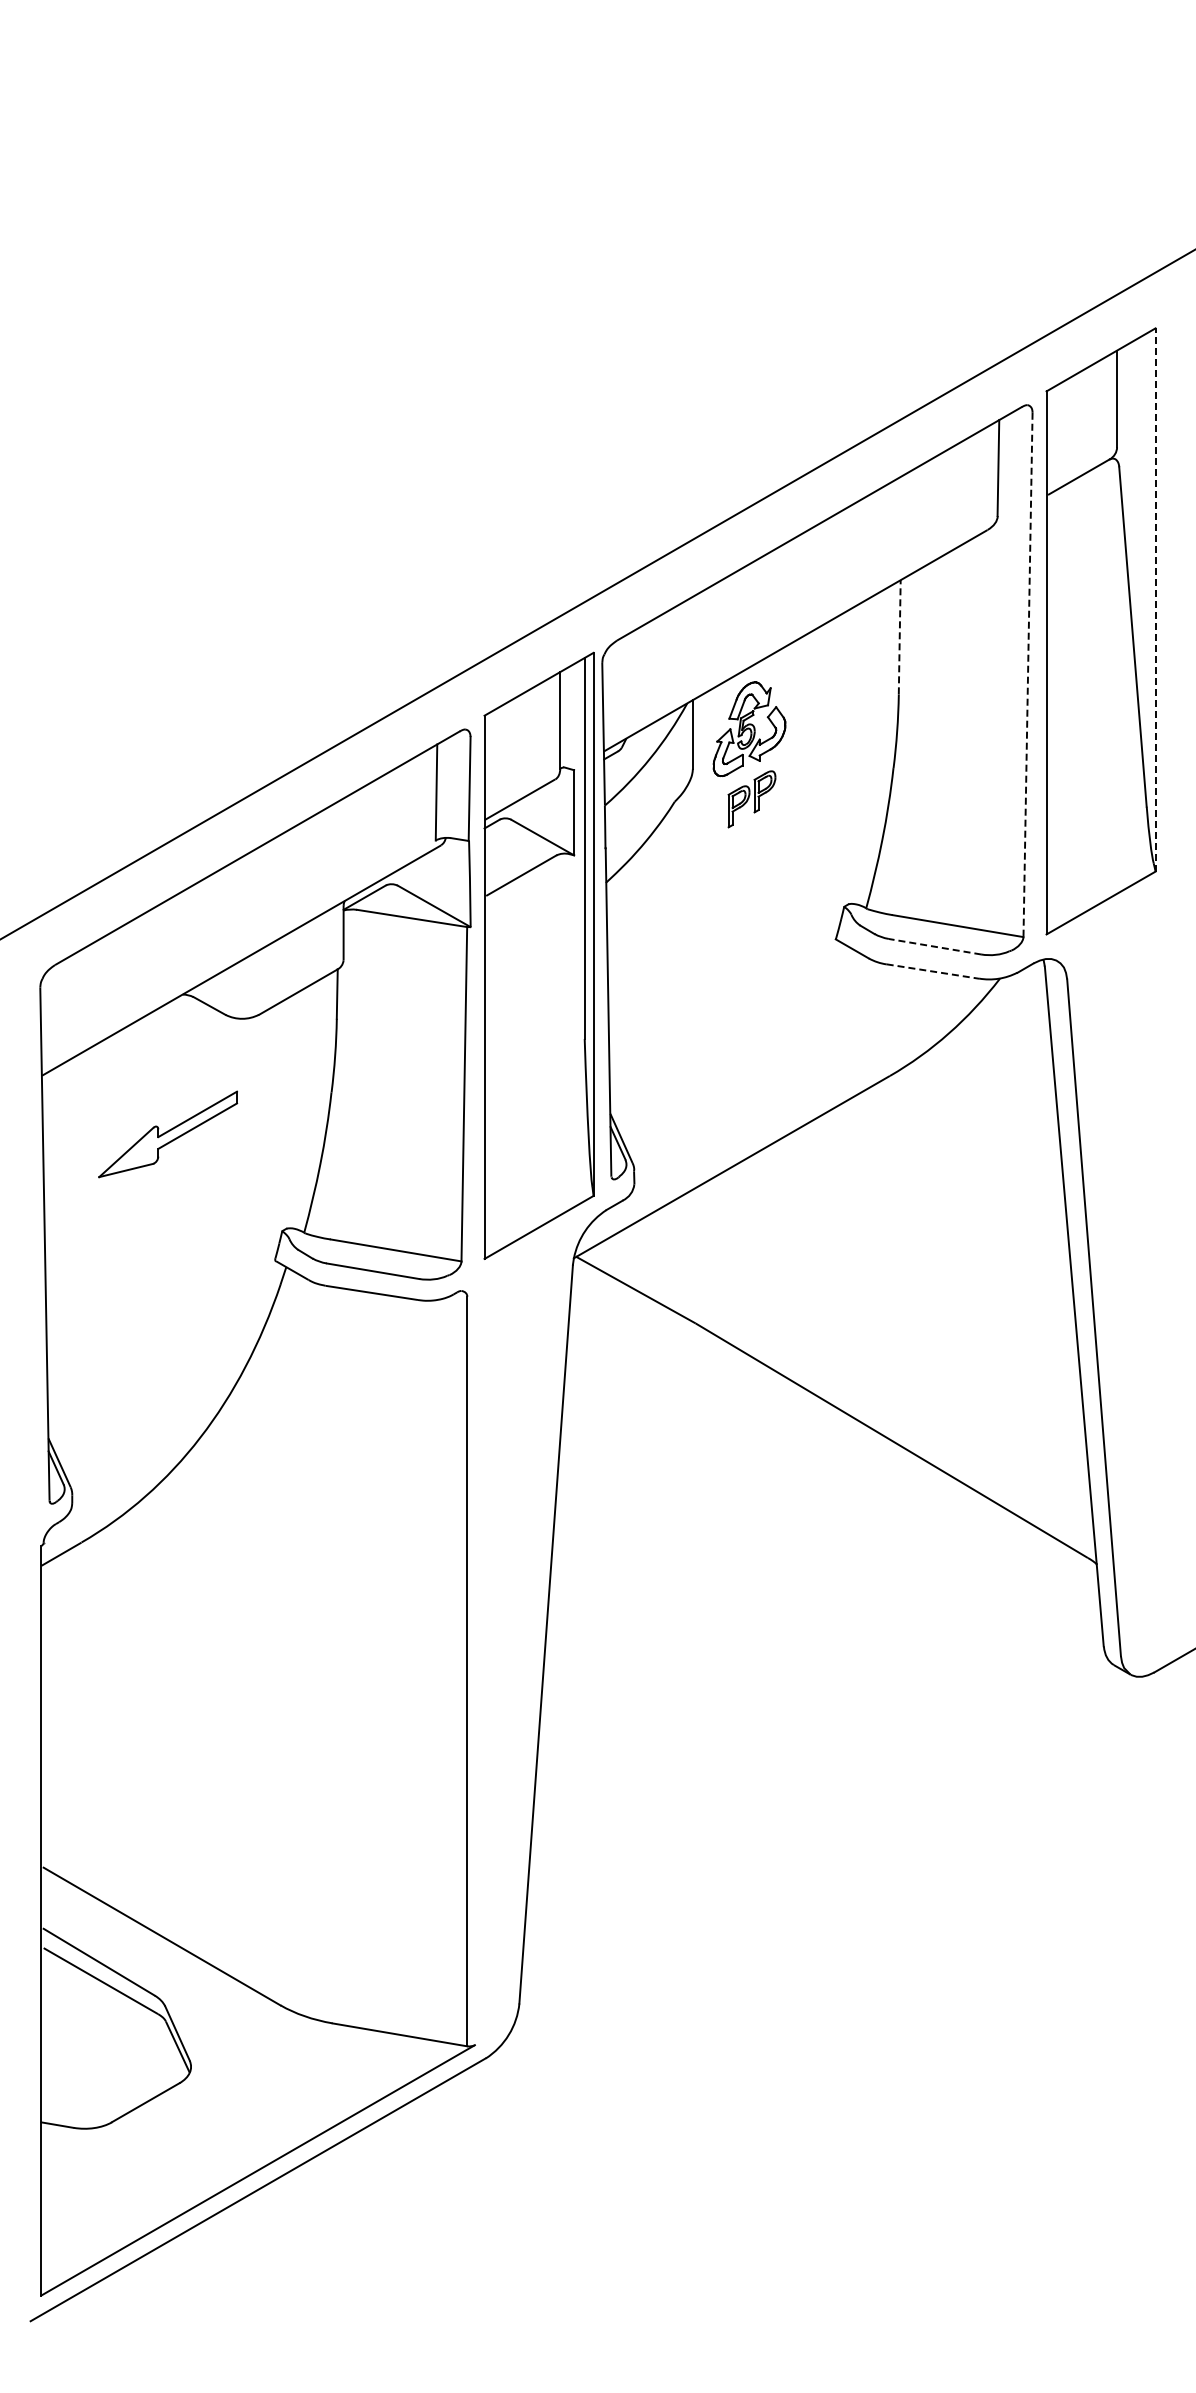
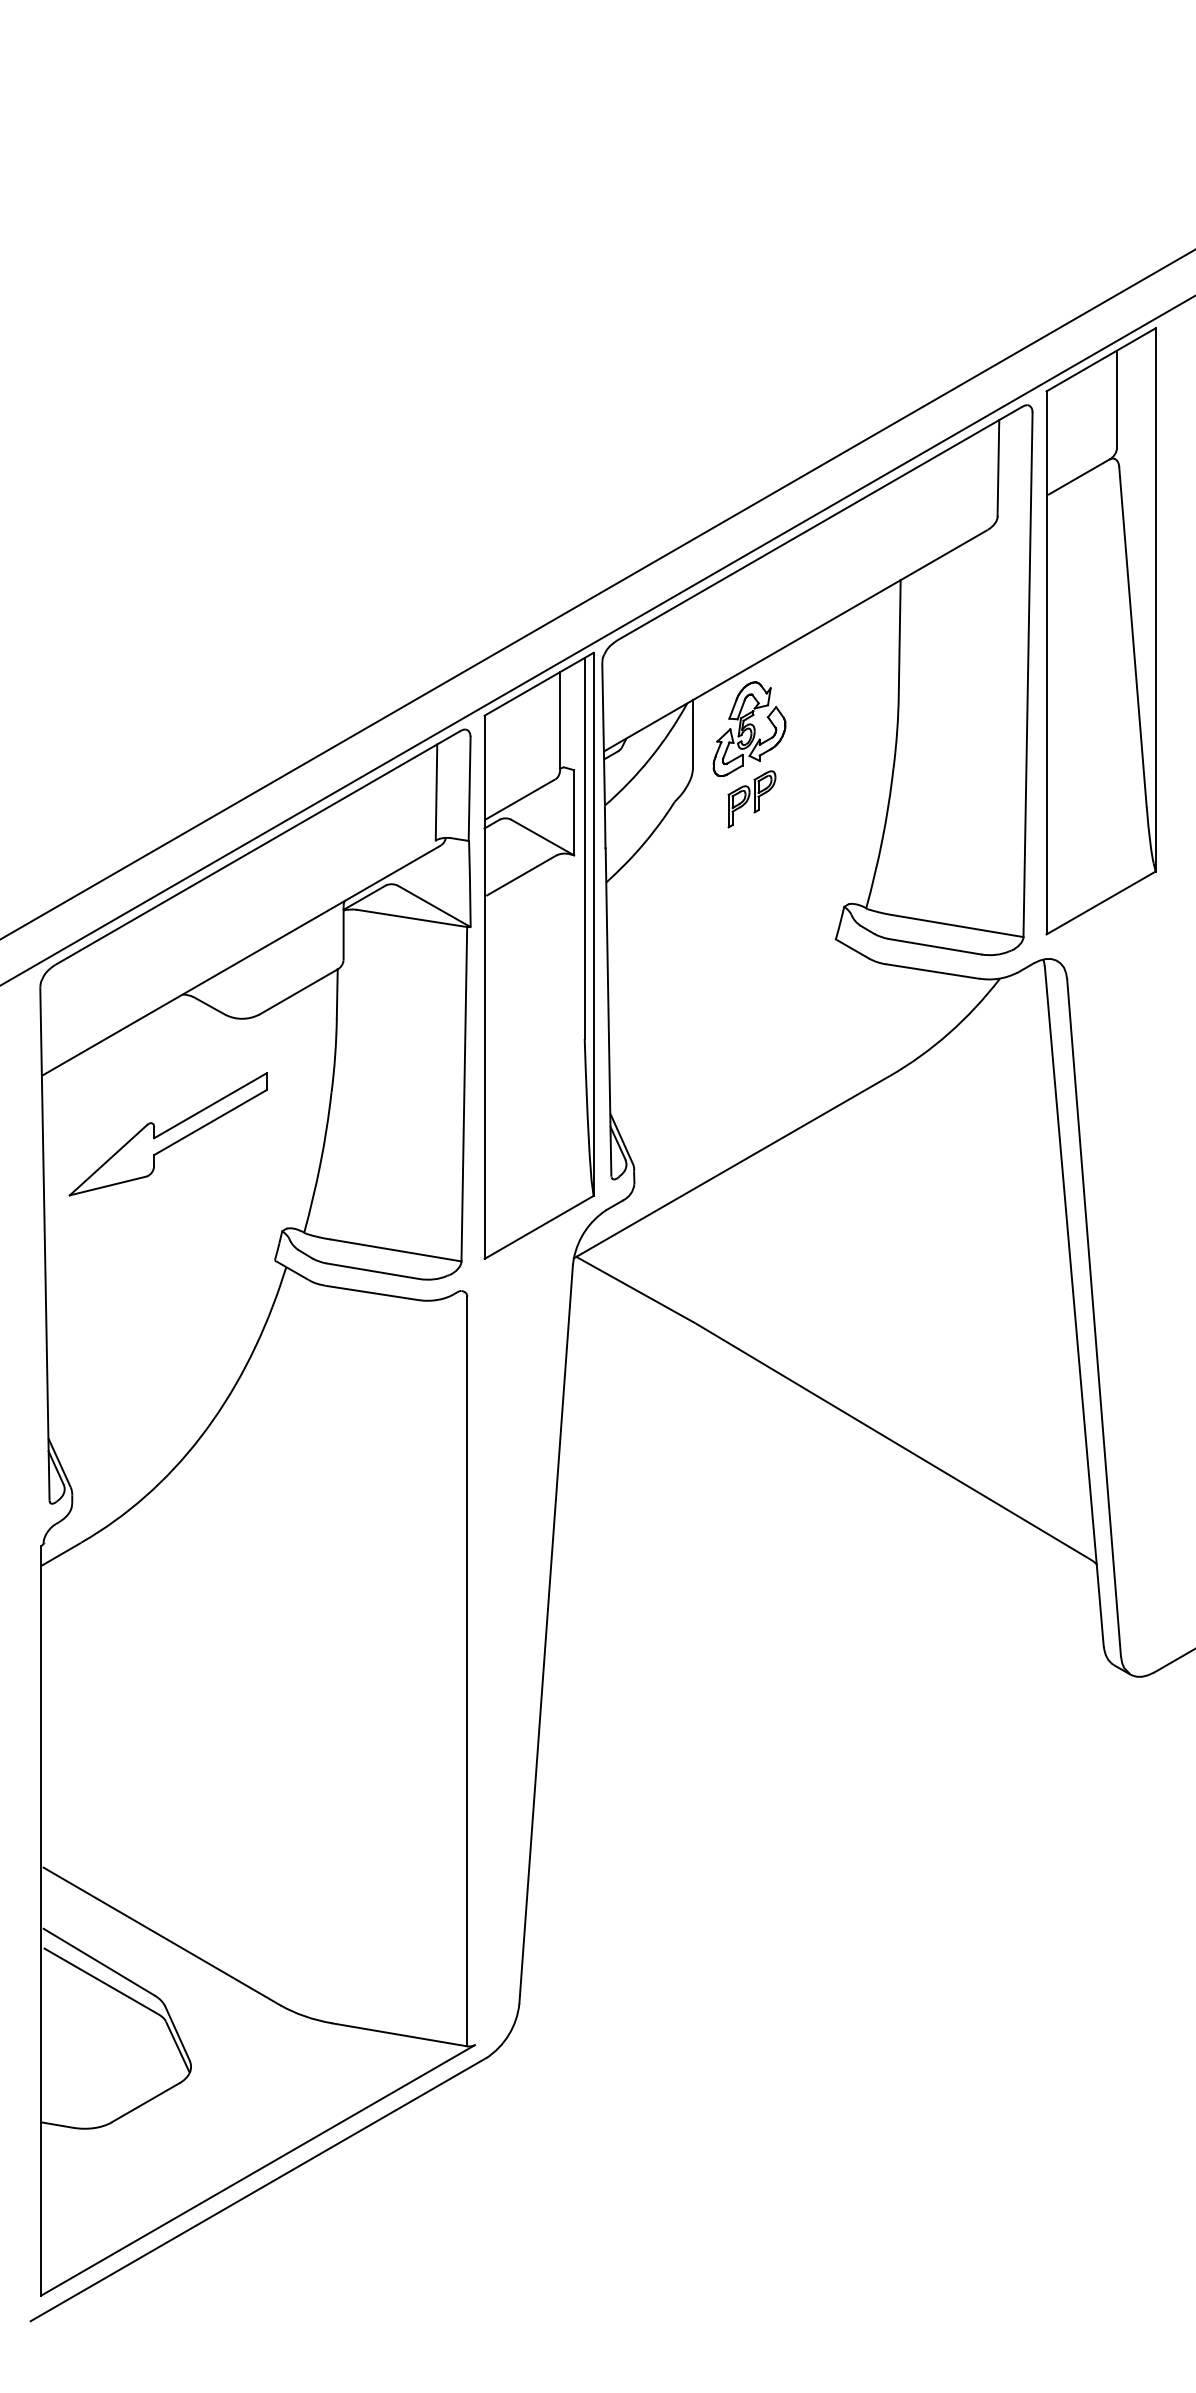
line at (1155, 599): dashed -> solid
line at (899, 636): dashed -> solid
line at (597, 640): none -> present
line at (1028, 675): dashed -> solid
line at (935, 946): dashed -> solid
line at (932, 971): dashed -> solid
part at (168, 1134) size: 141x89 px -> 200x125 px
